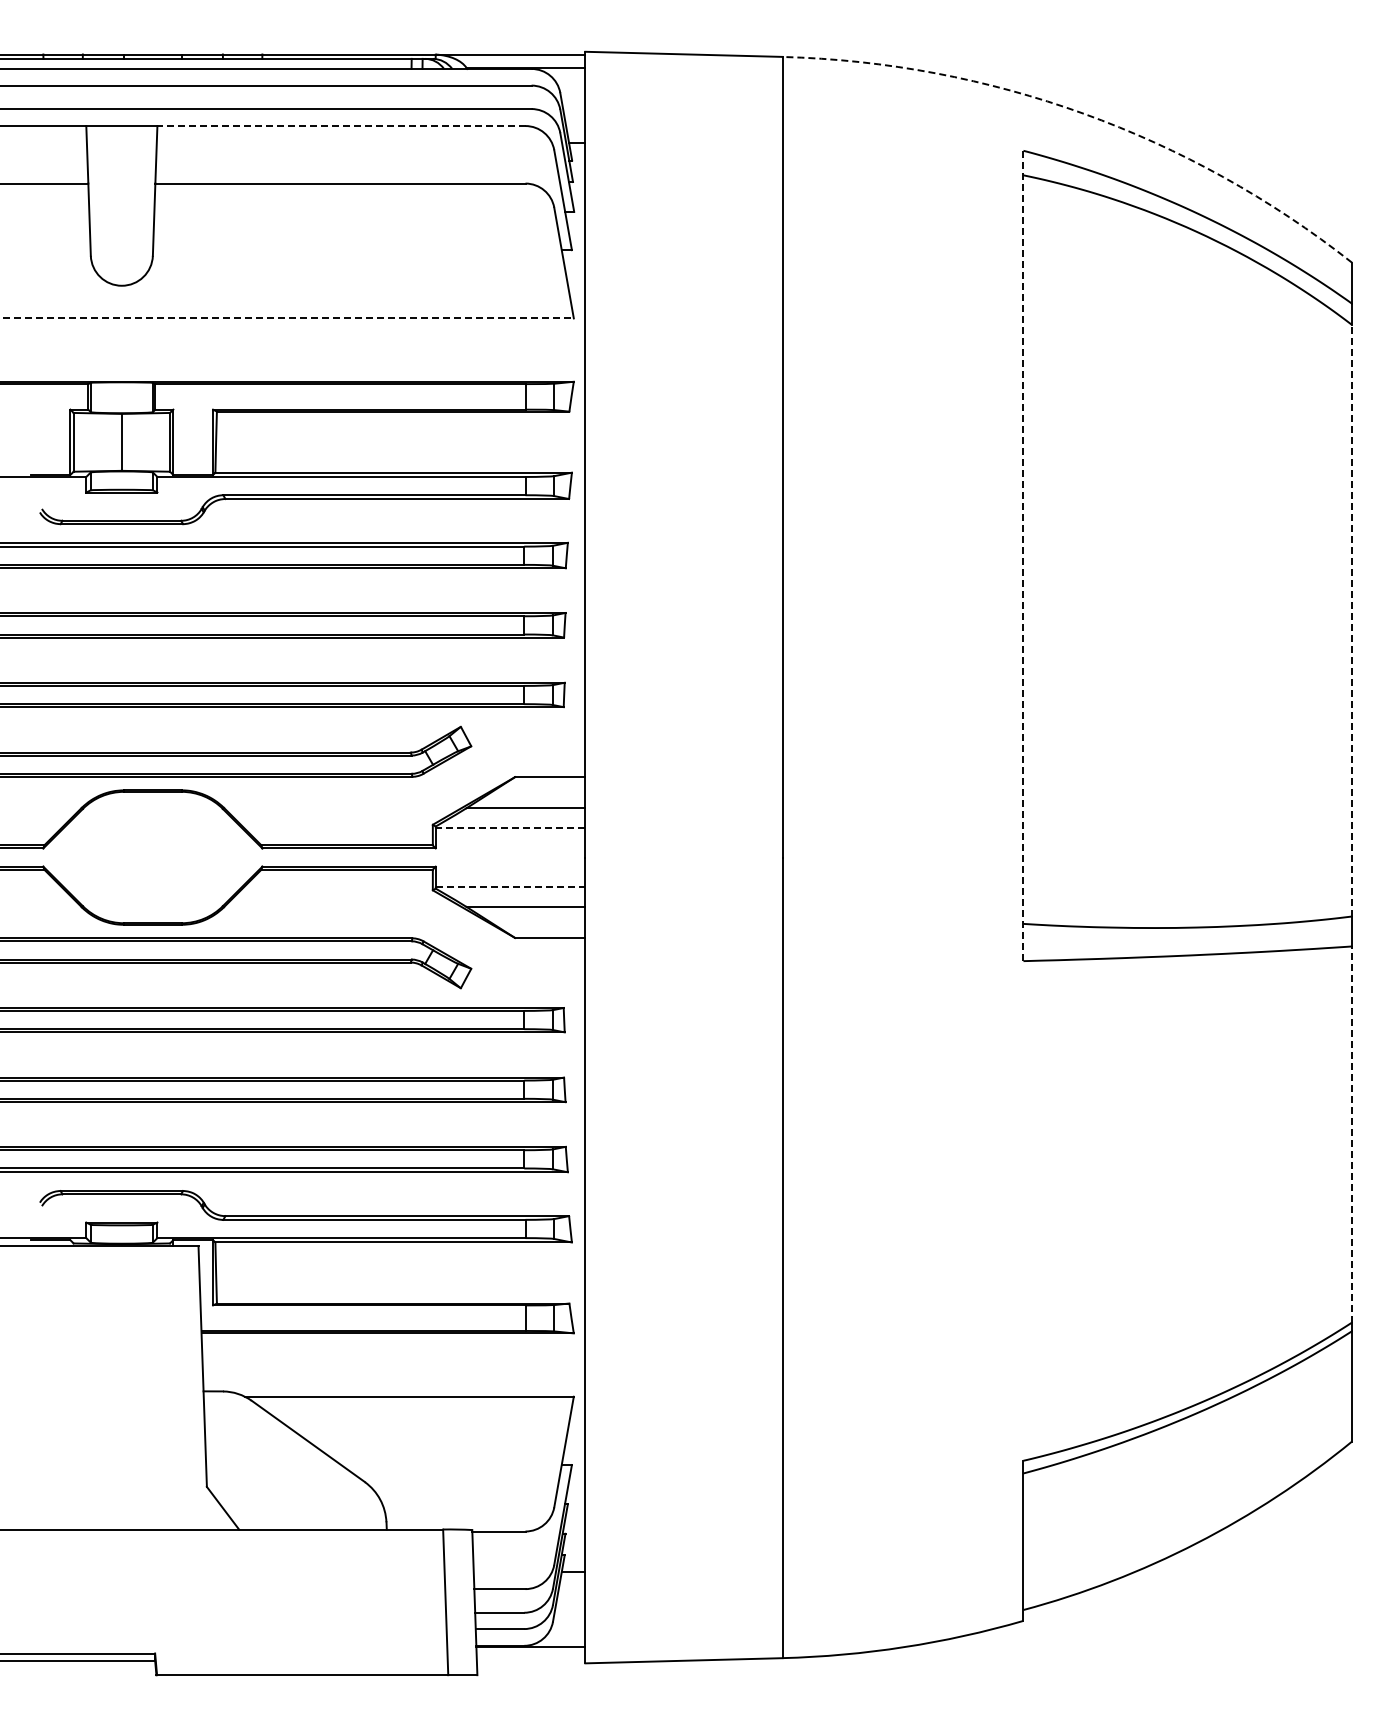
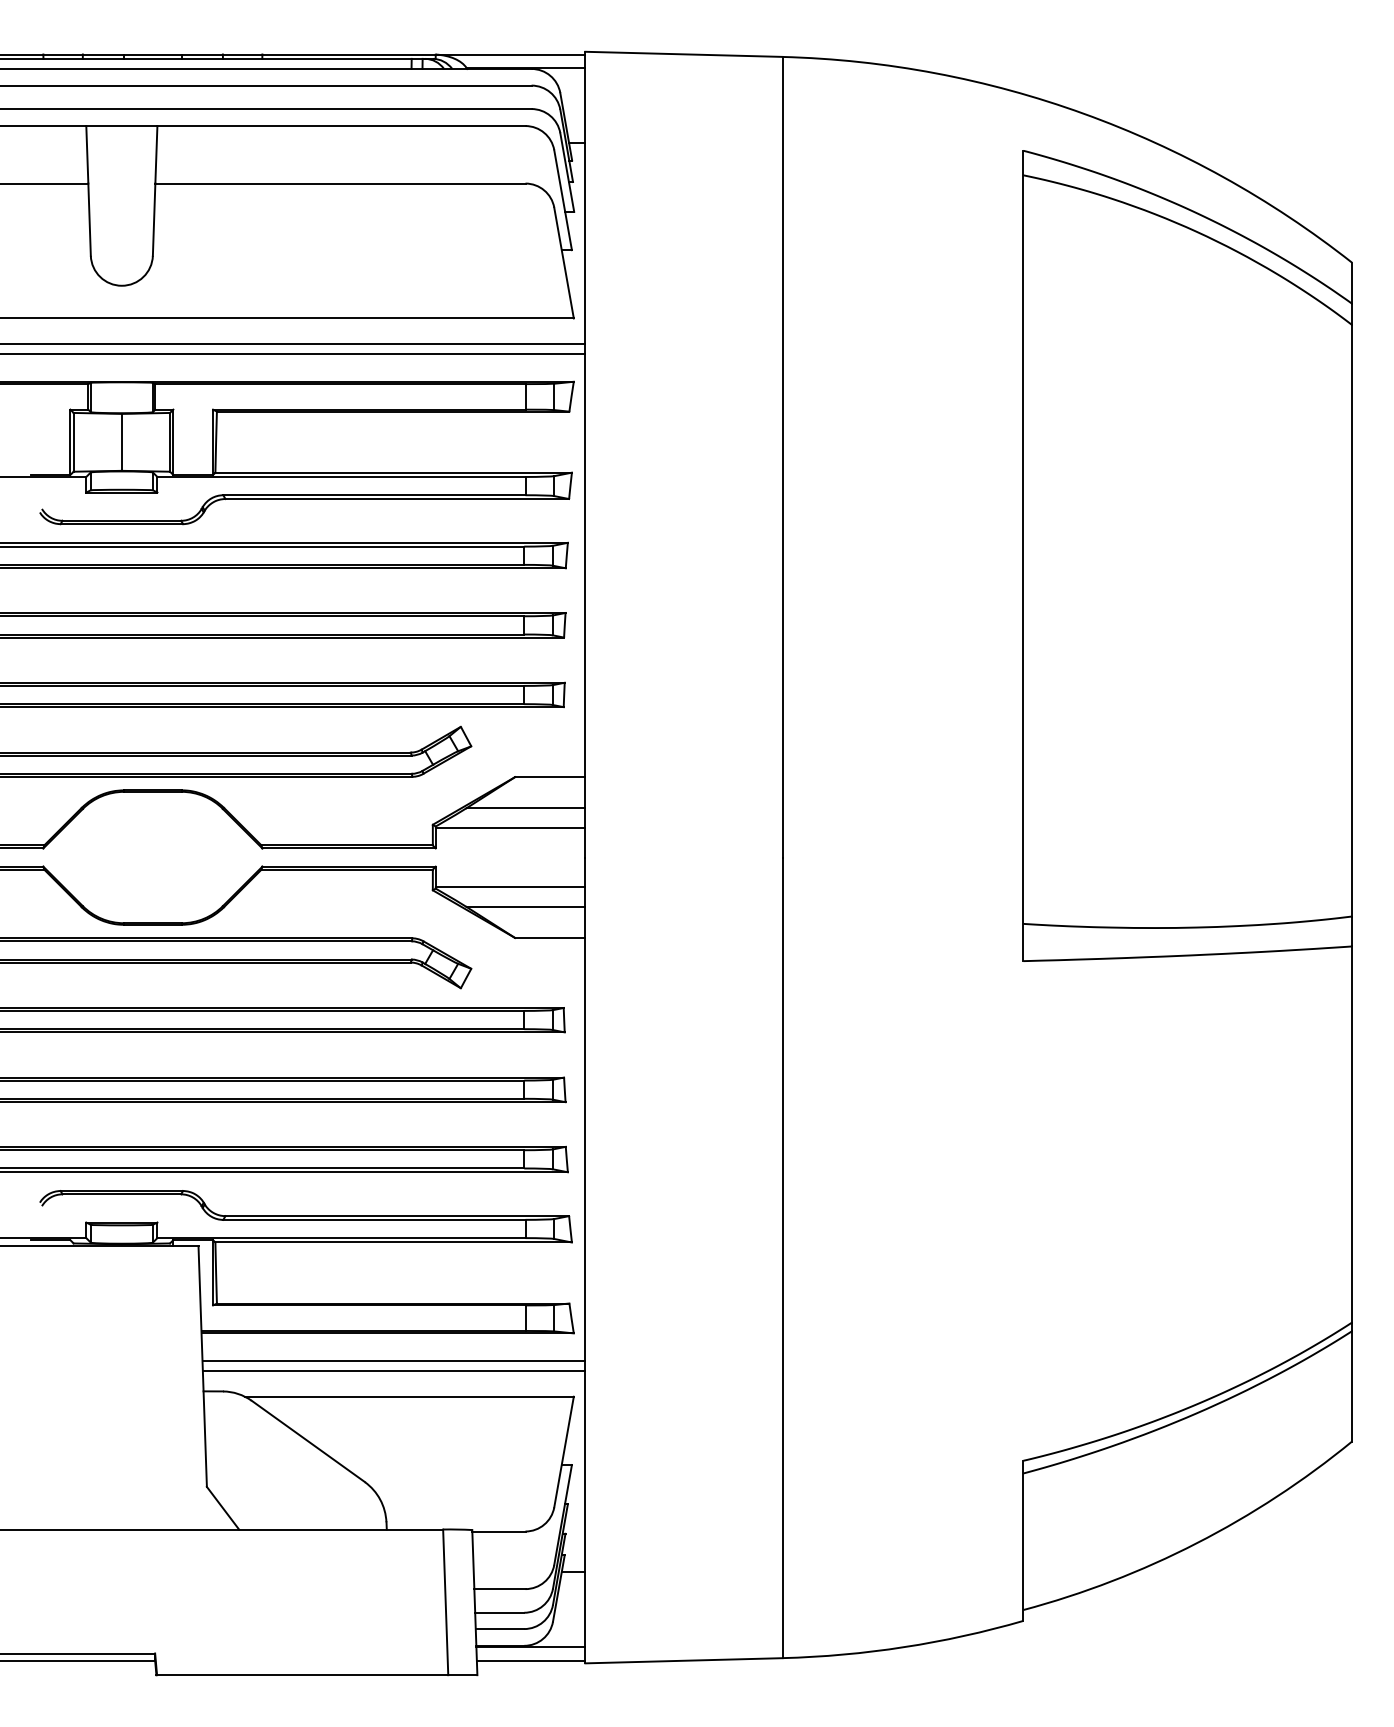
arc at (1083, 113): dashed -> solid
line at (340, 126): dashed -> solid
line at (286, 318): dashed -> solid
line at (293, 343): none -> present
line at (293, 354): none -> present
line at (1023, 555): dashed -> solid
line at (1351, 620): dashed -> solid
line at (510, 828): dashed -> solid
line at (510, 886): dashed -> solid
line at (1351, 1134): dashed -> solid
line at (393, 1360): none -> present
line at (393, 1371): none -> present
line at (530, 1660): none -> present
